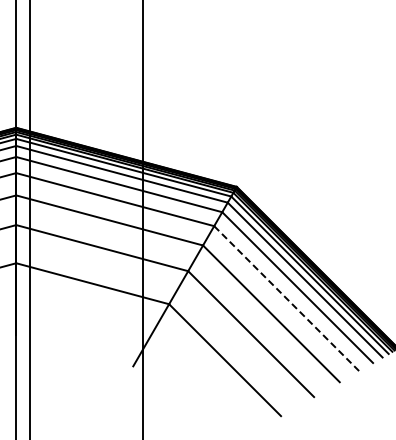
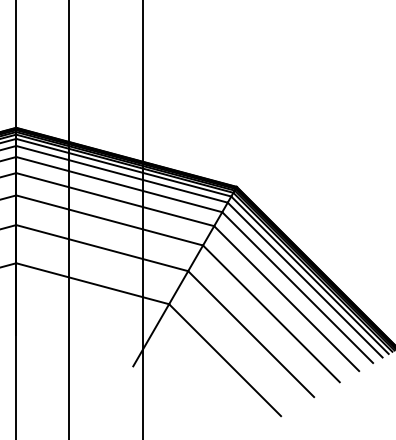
line at (29, 219) position: (29, 219) -> (68, 219)
line at (287, 298): dashed -> solid
